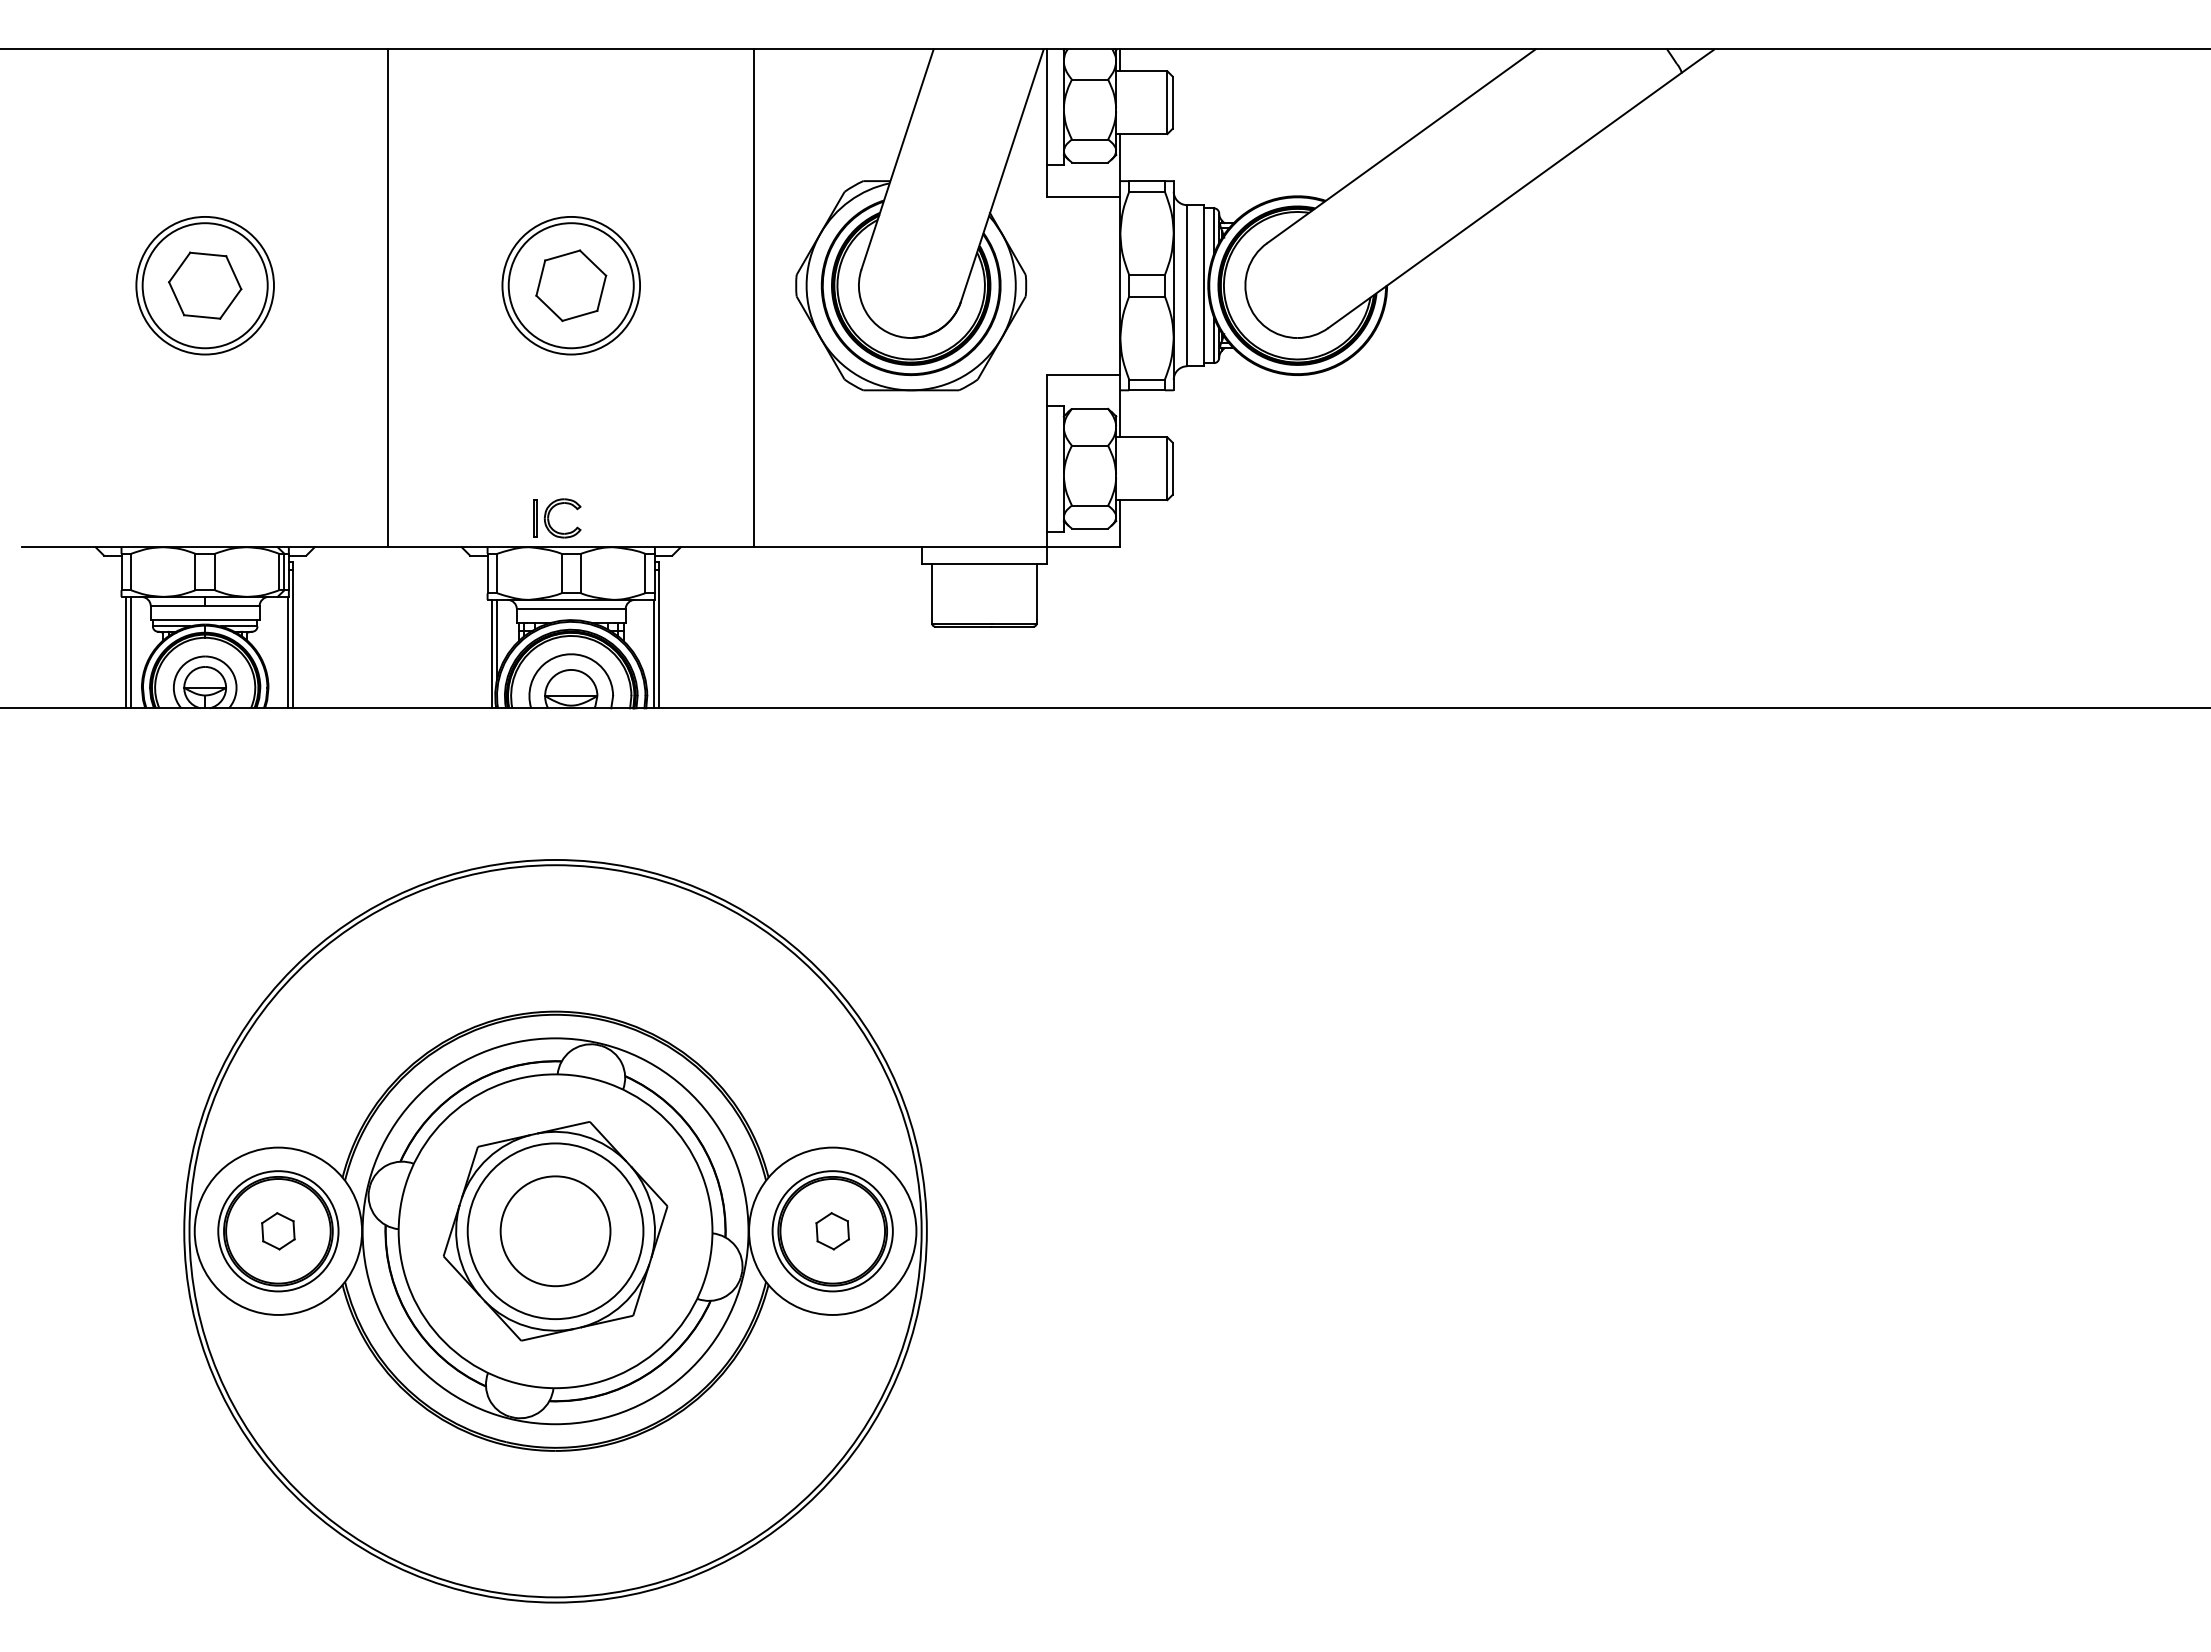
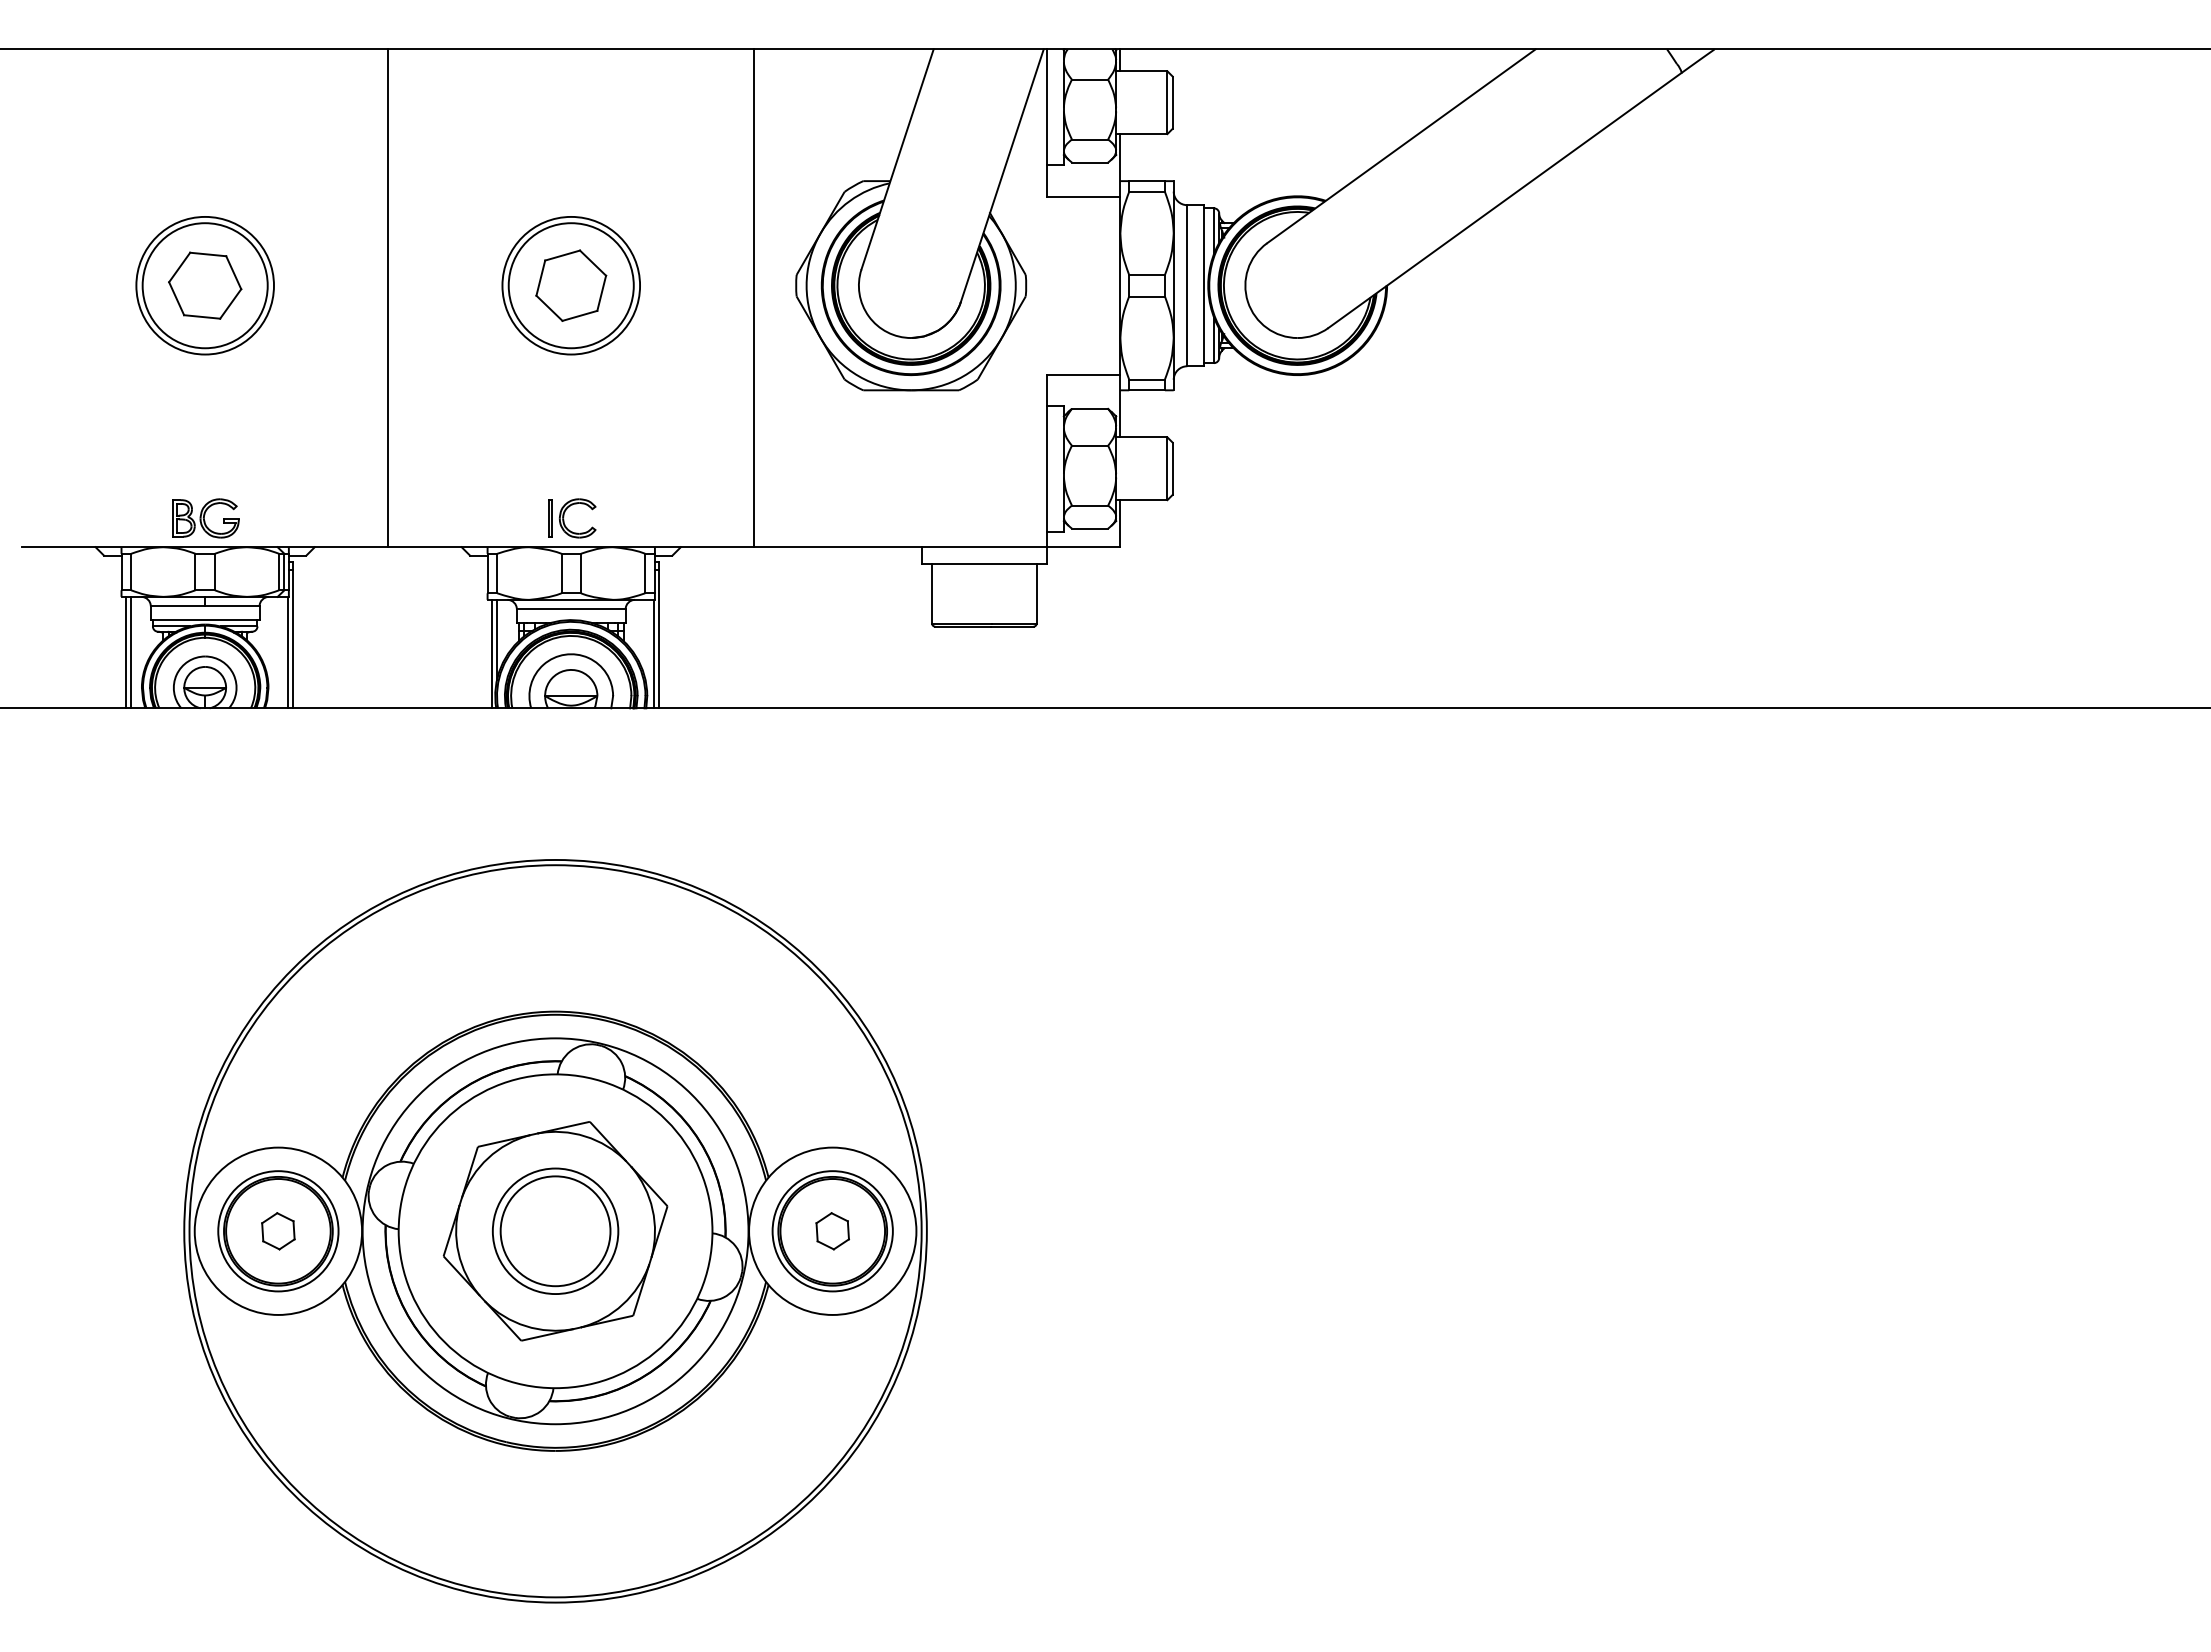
part at (205, 518): none -> present
part at (549, 519) position: (549, 519) -> (564, 519)
circle at (555, 1231) diameter: 176 px -> 126 px
